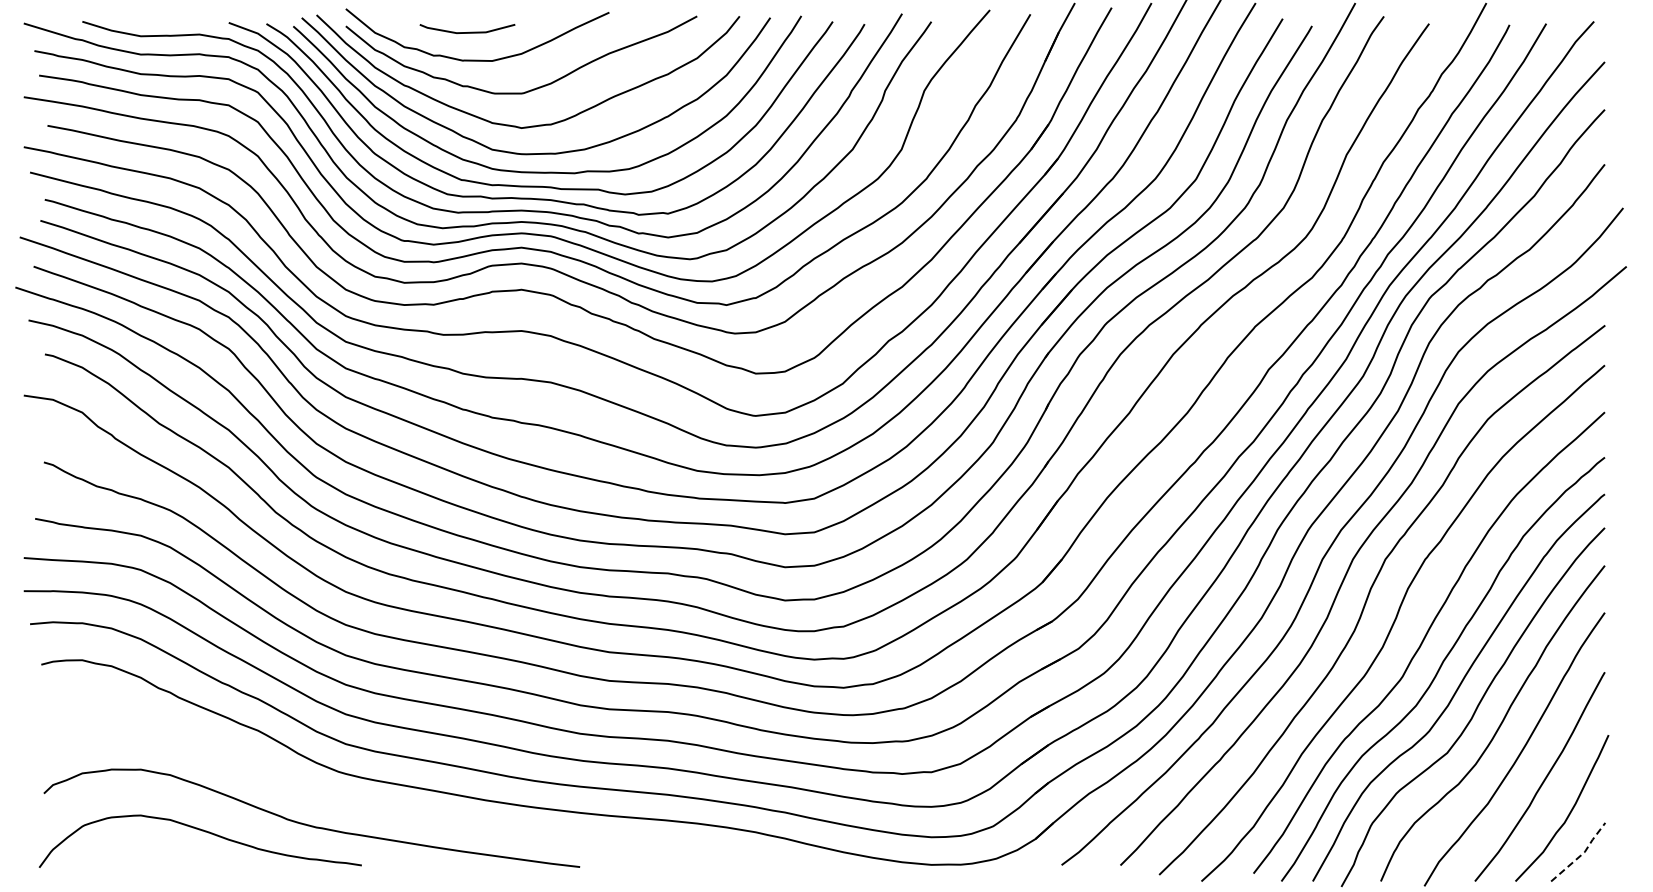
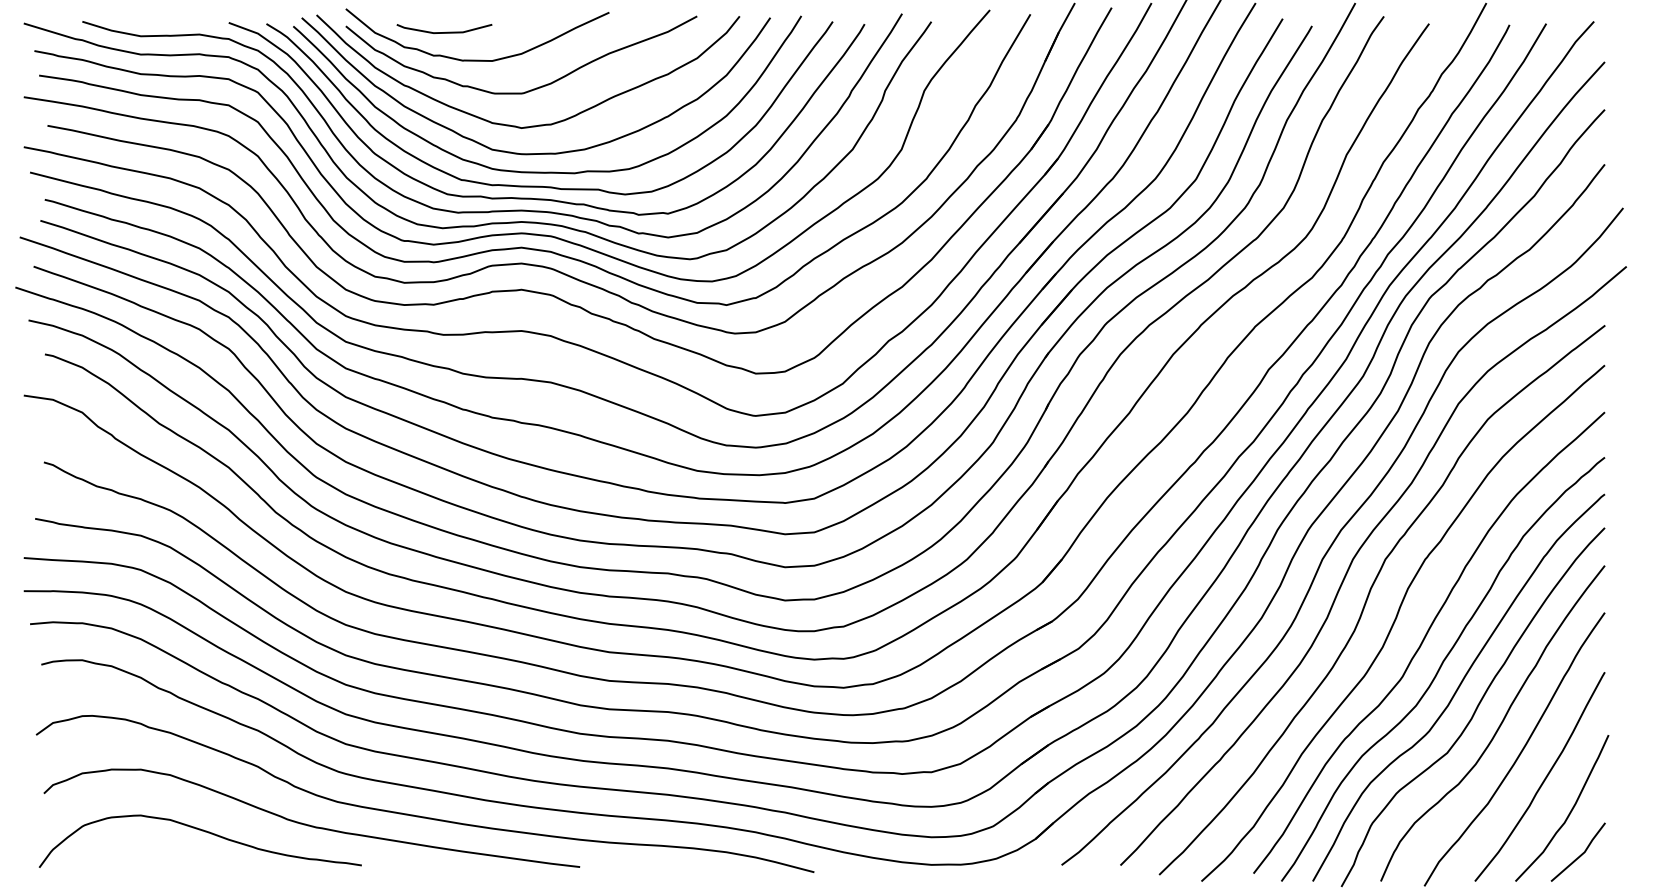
line at (469, 31) position: (469, 31) -> (446, 31)
curve at (419, 815): none -> present
line at (1582, 854): dashed -> solid
